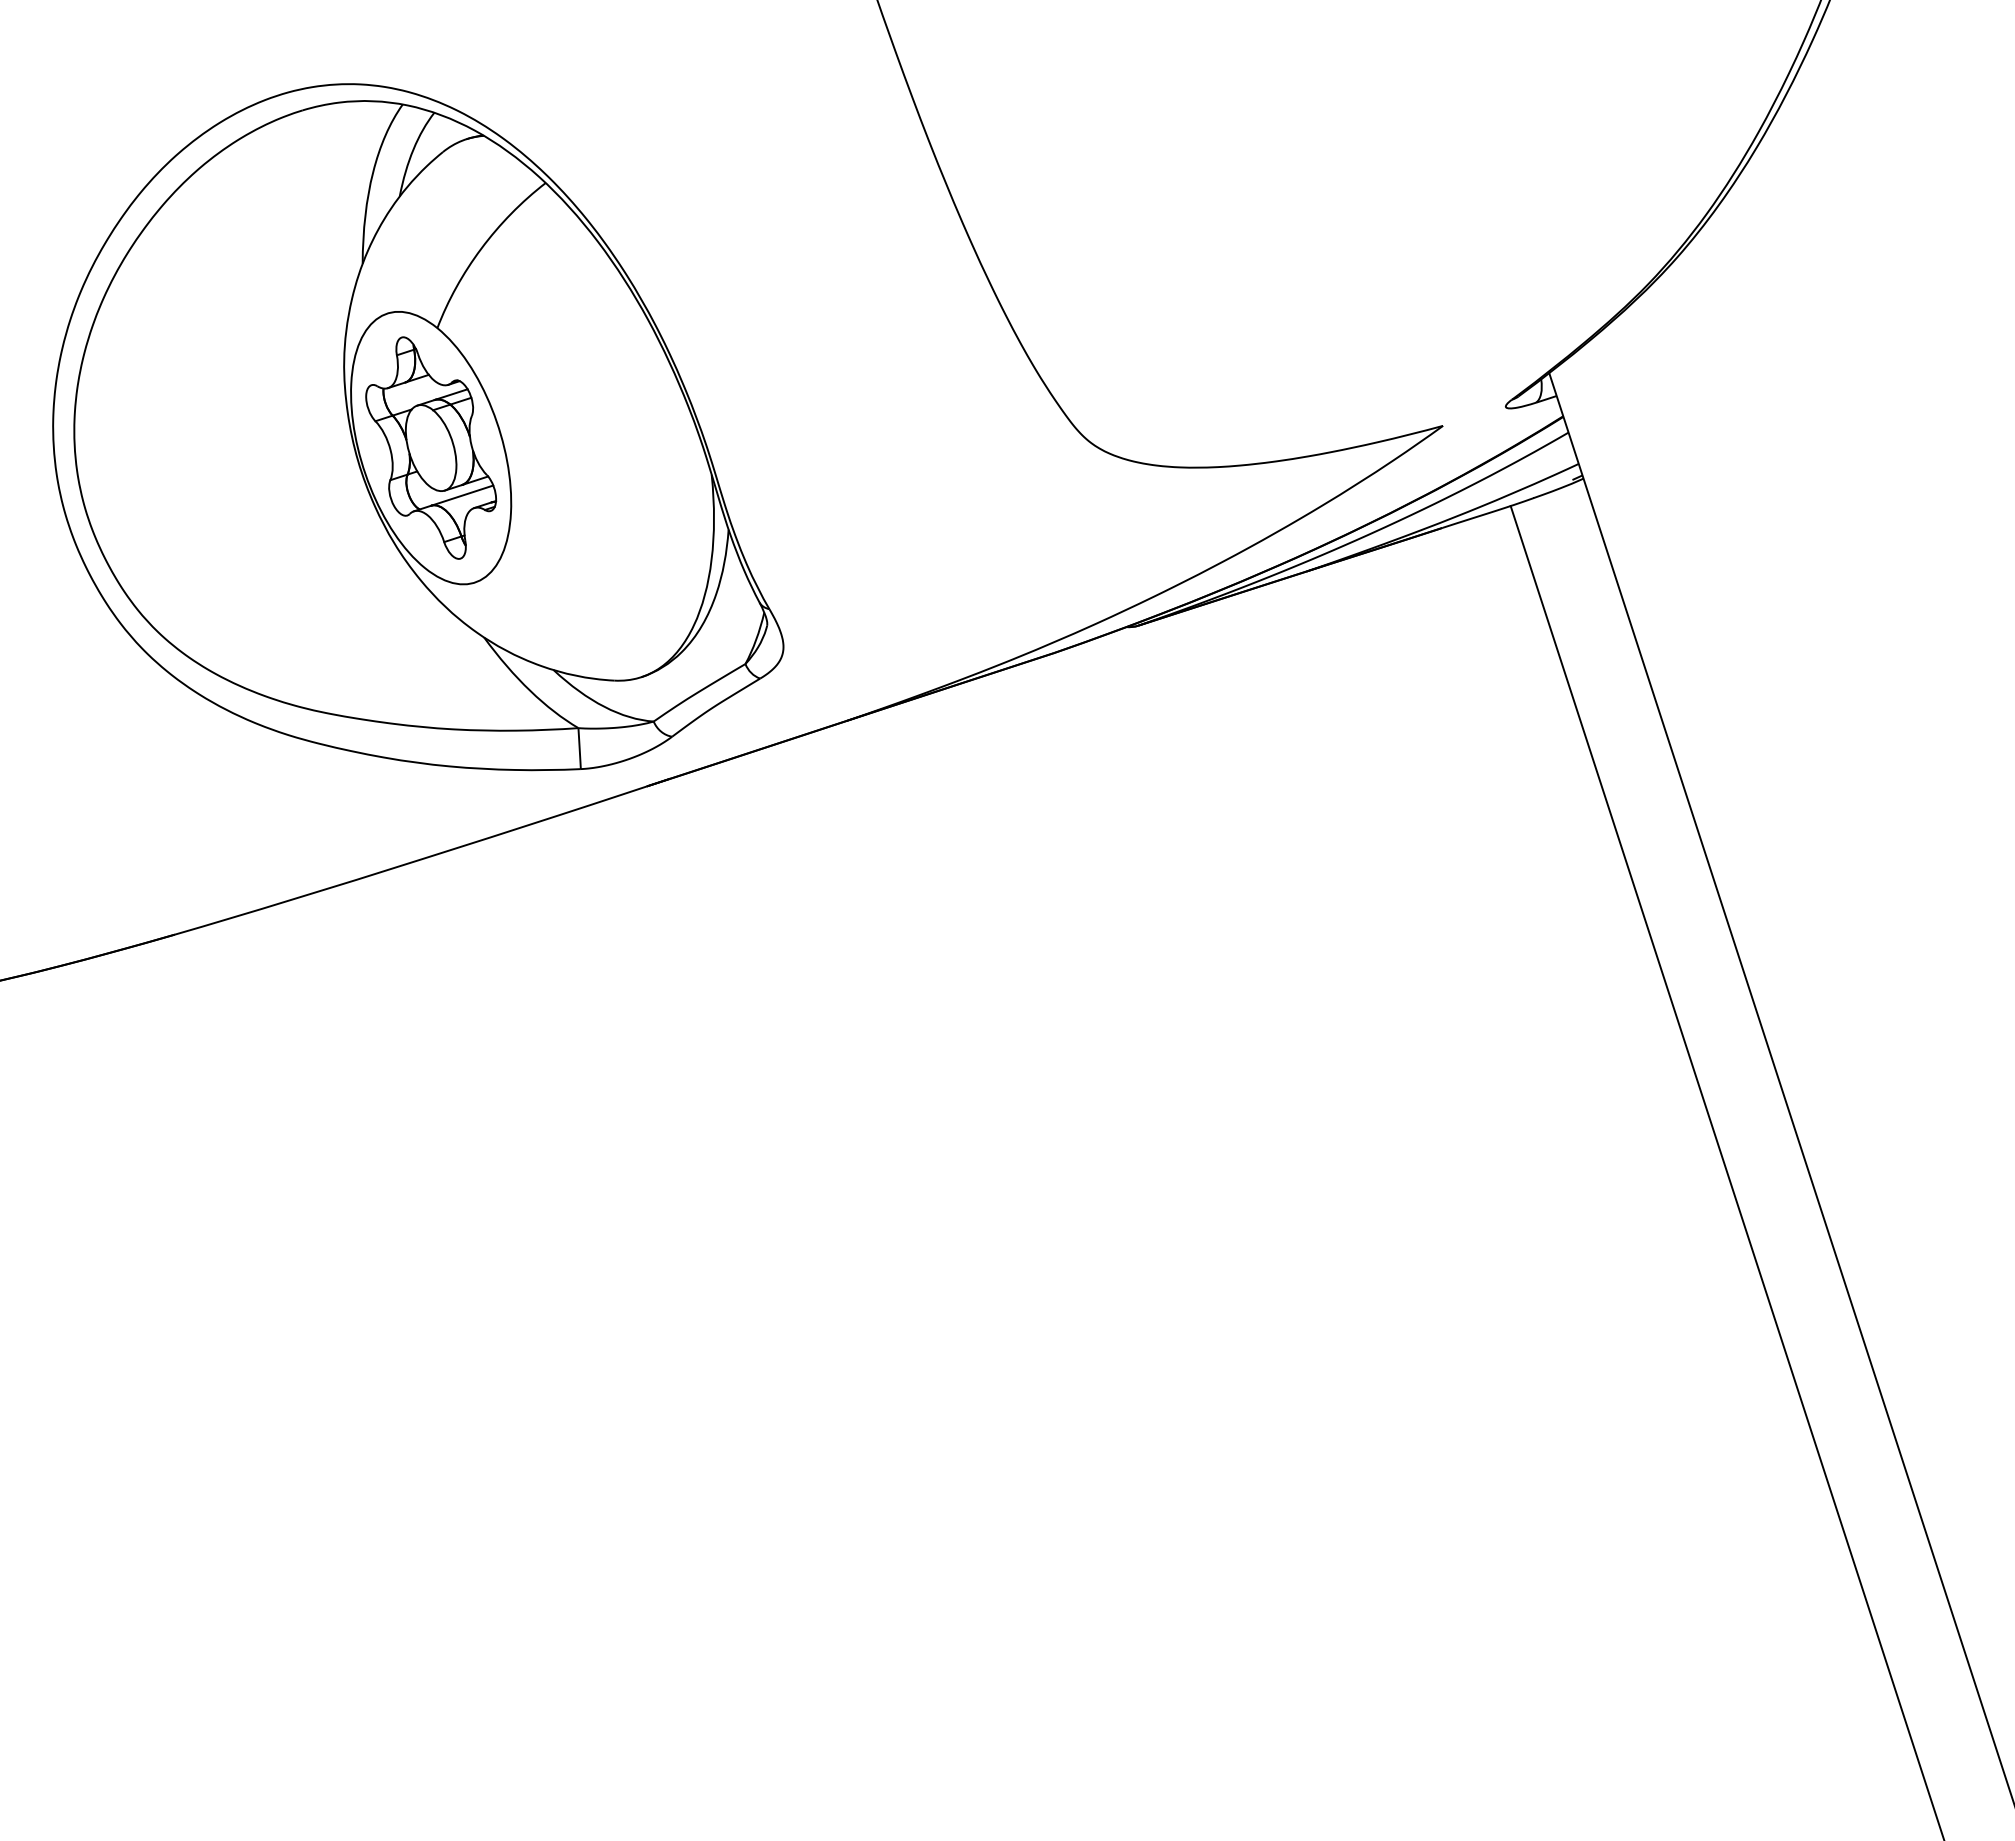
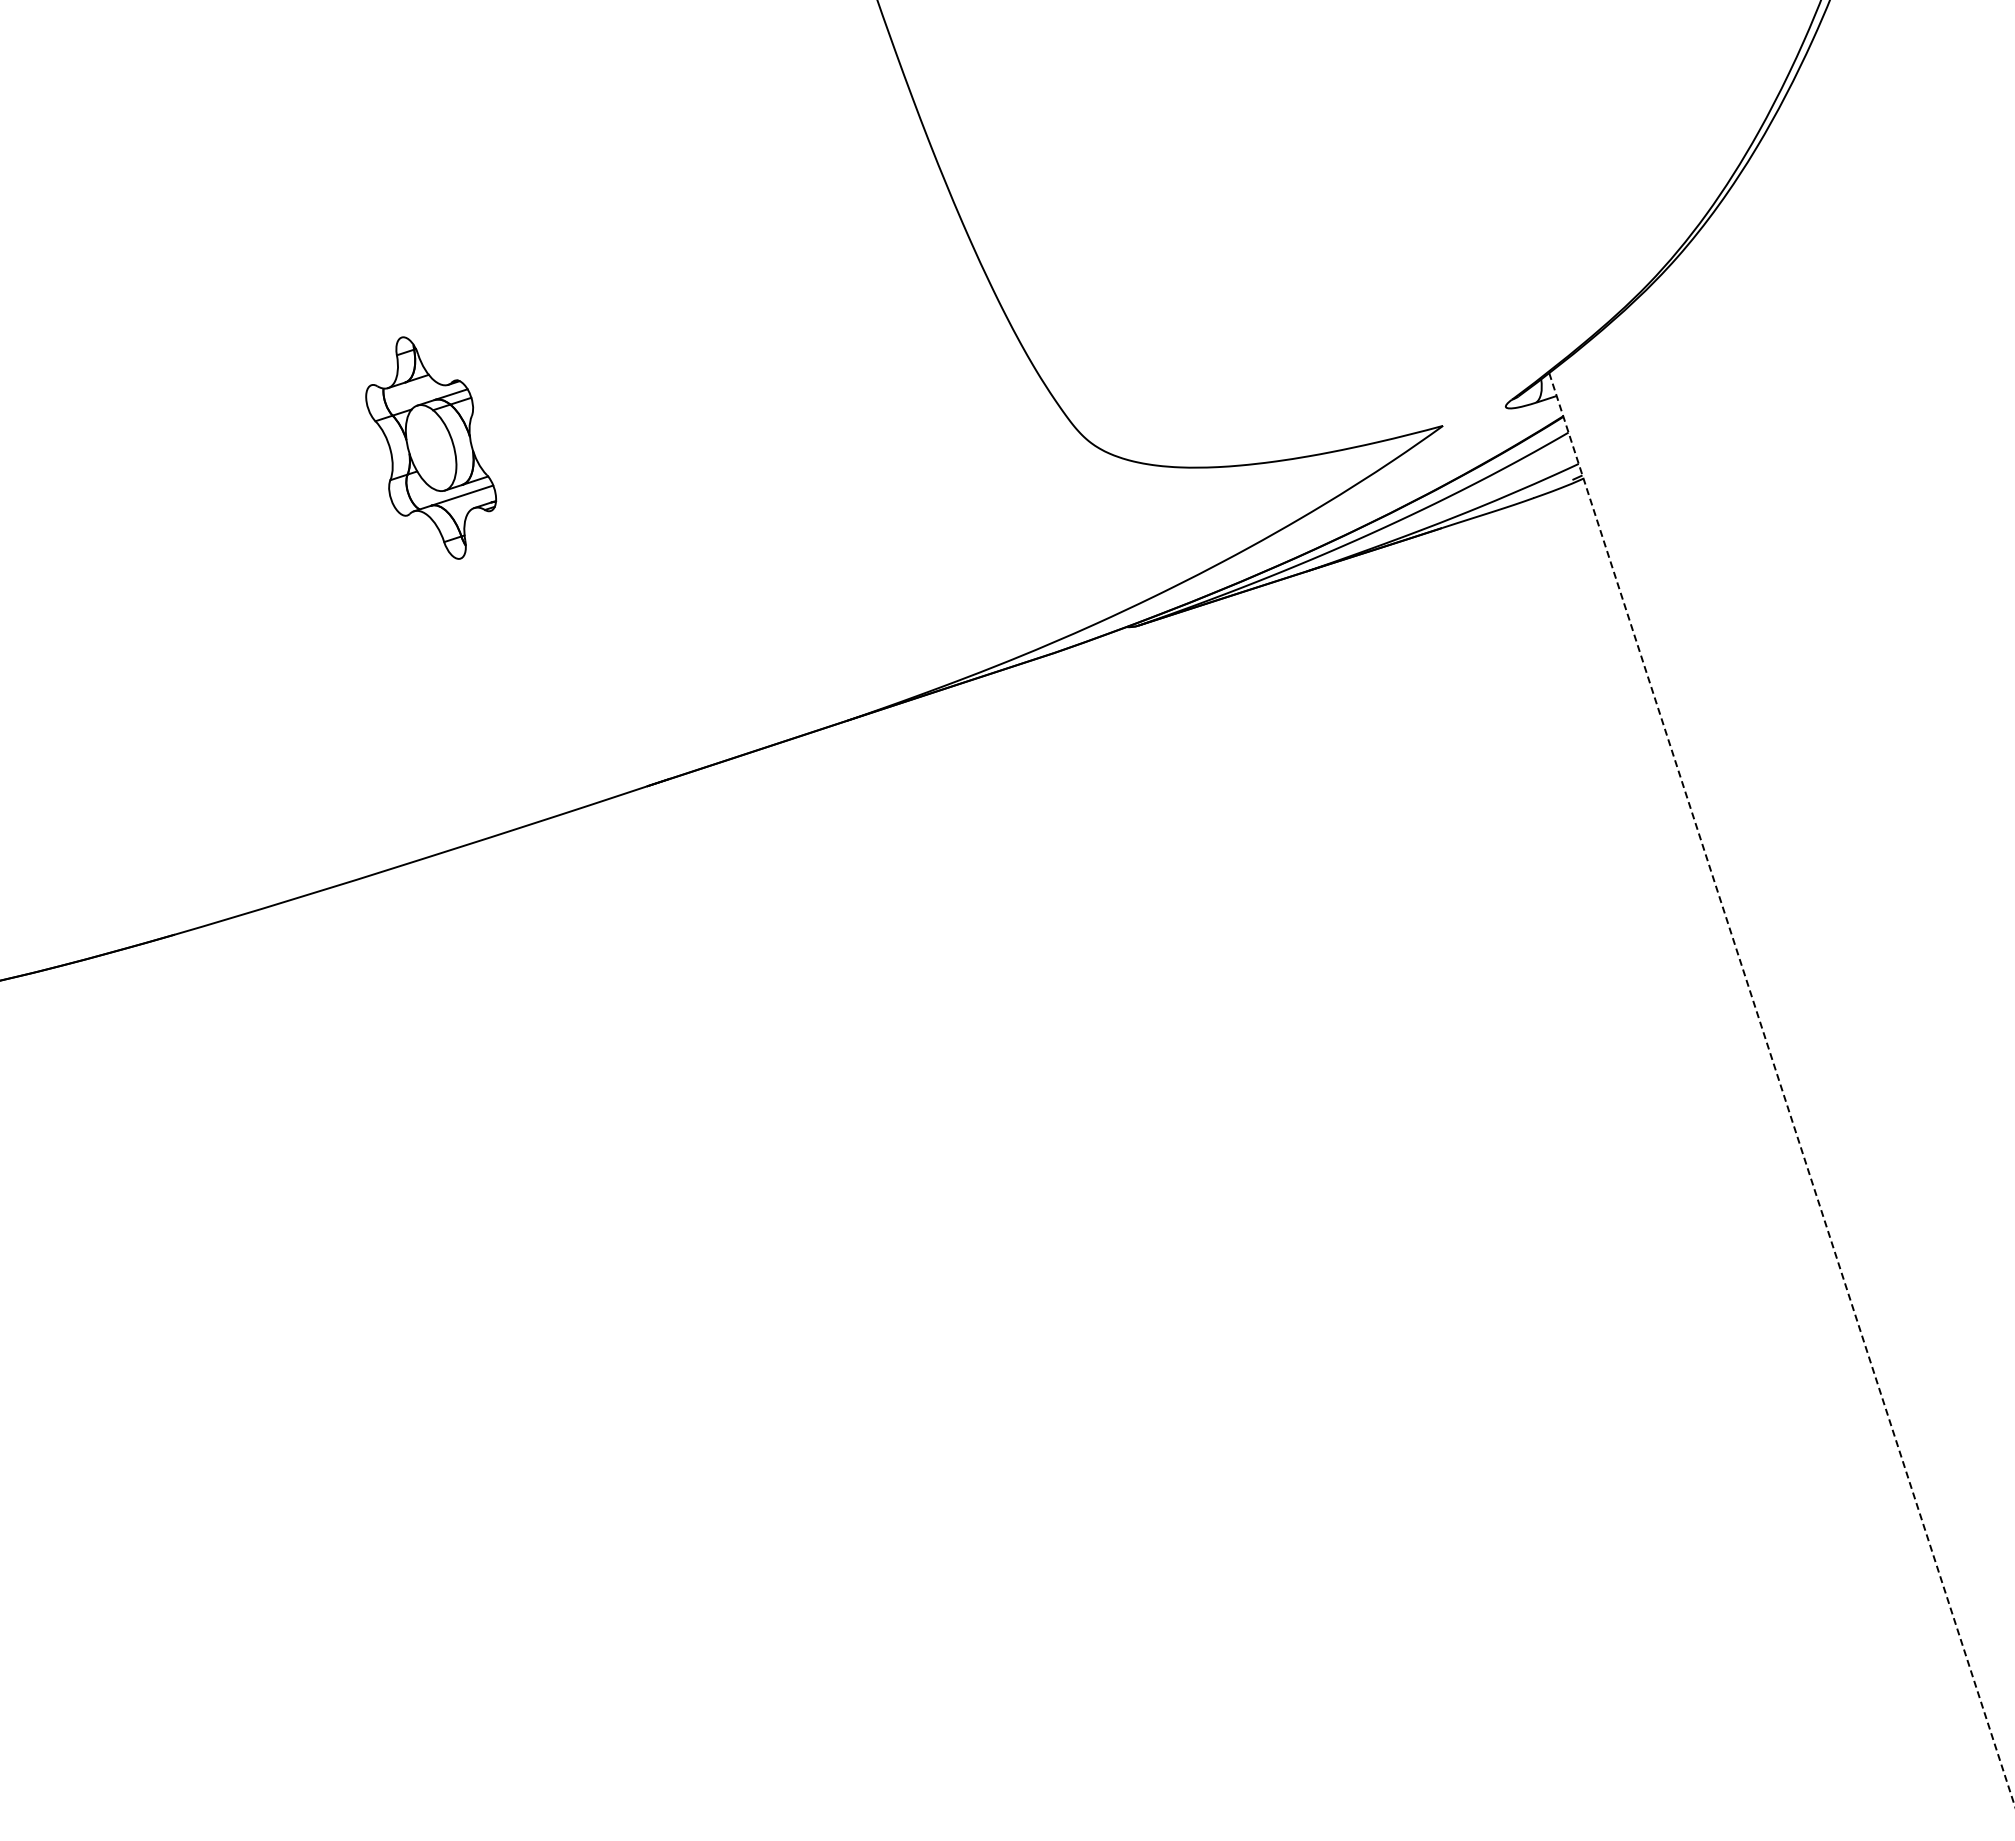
part at (418, 427): present -> none
line at (1782, 1090): solid -> dashed
line at (1726, 1171): present -> none
